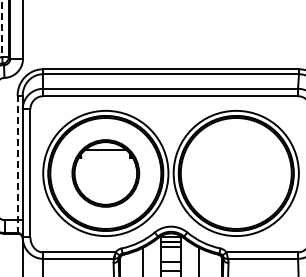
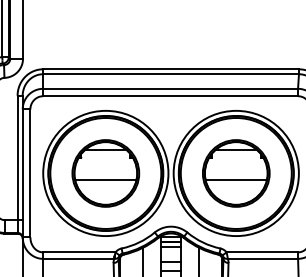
line at (2, 29): dashed -> solid
line at (17, 164): dashed -> solid
part at (236, 173): none -> present
line at (105, 179): none -> present
